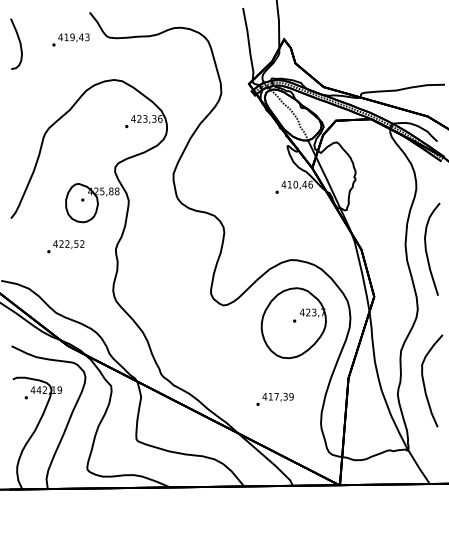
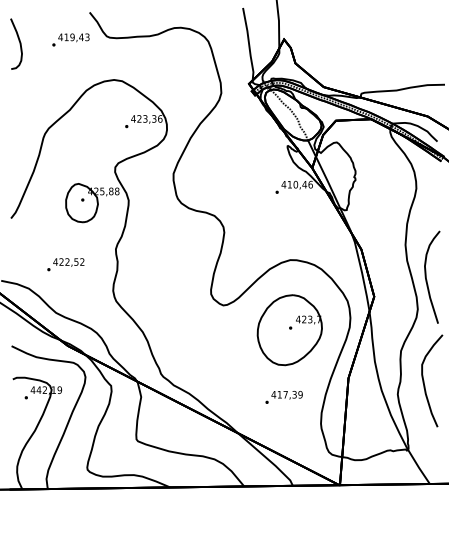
text at (65, 246) position: (65, 246) -> (65, 264)
curve at (427, 251) position: (427, 251) -> (427, 279)
part at (293, 323) position: (293, 323) -> (289, 330)
text at (274, 399) position: (274, 399) -> (283, 397)
